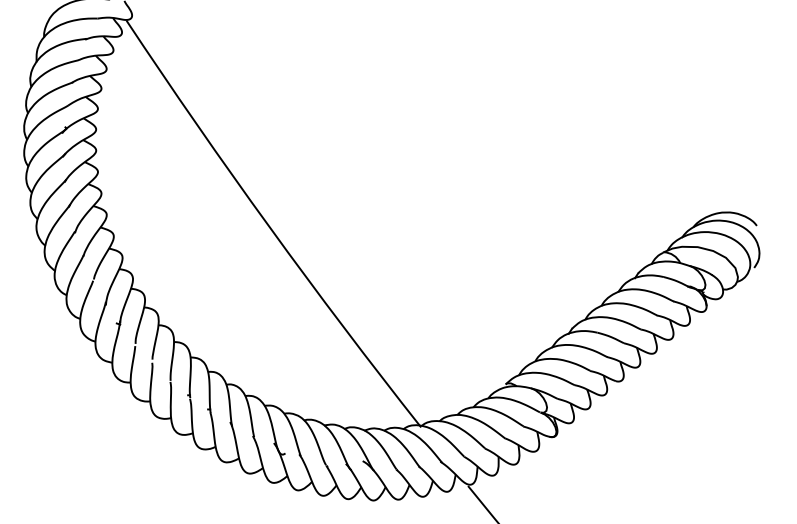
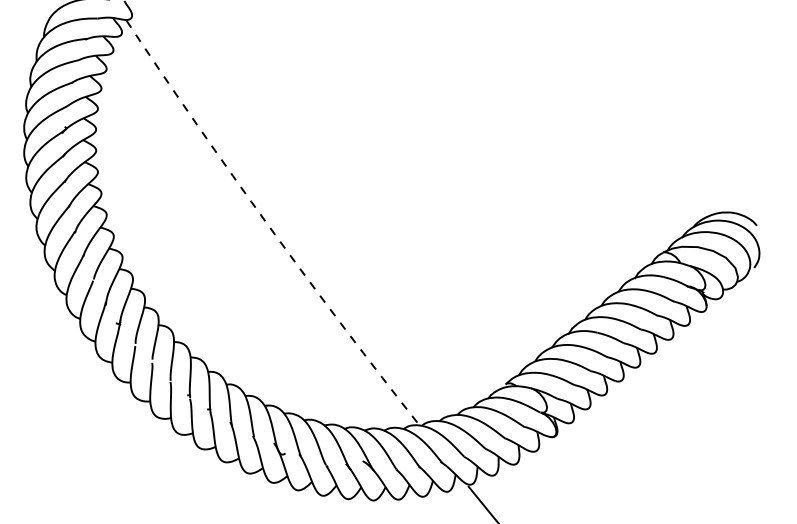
arc at (269, 227): solid -> dashed
